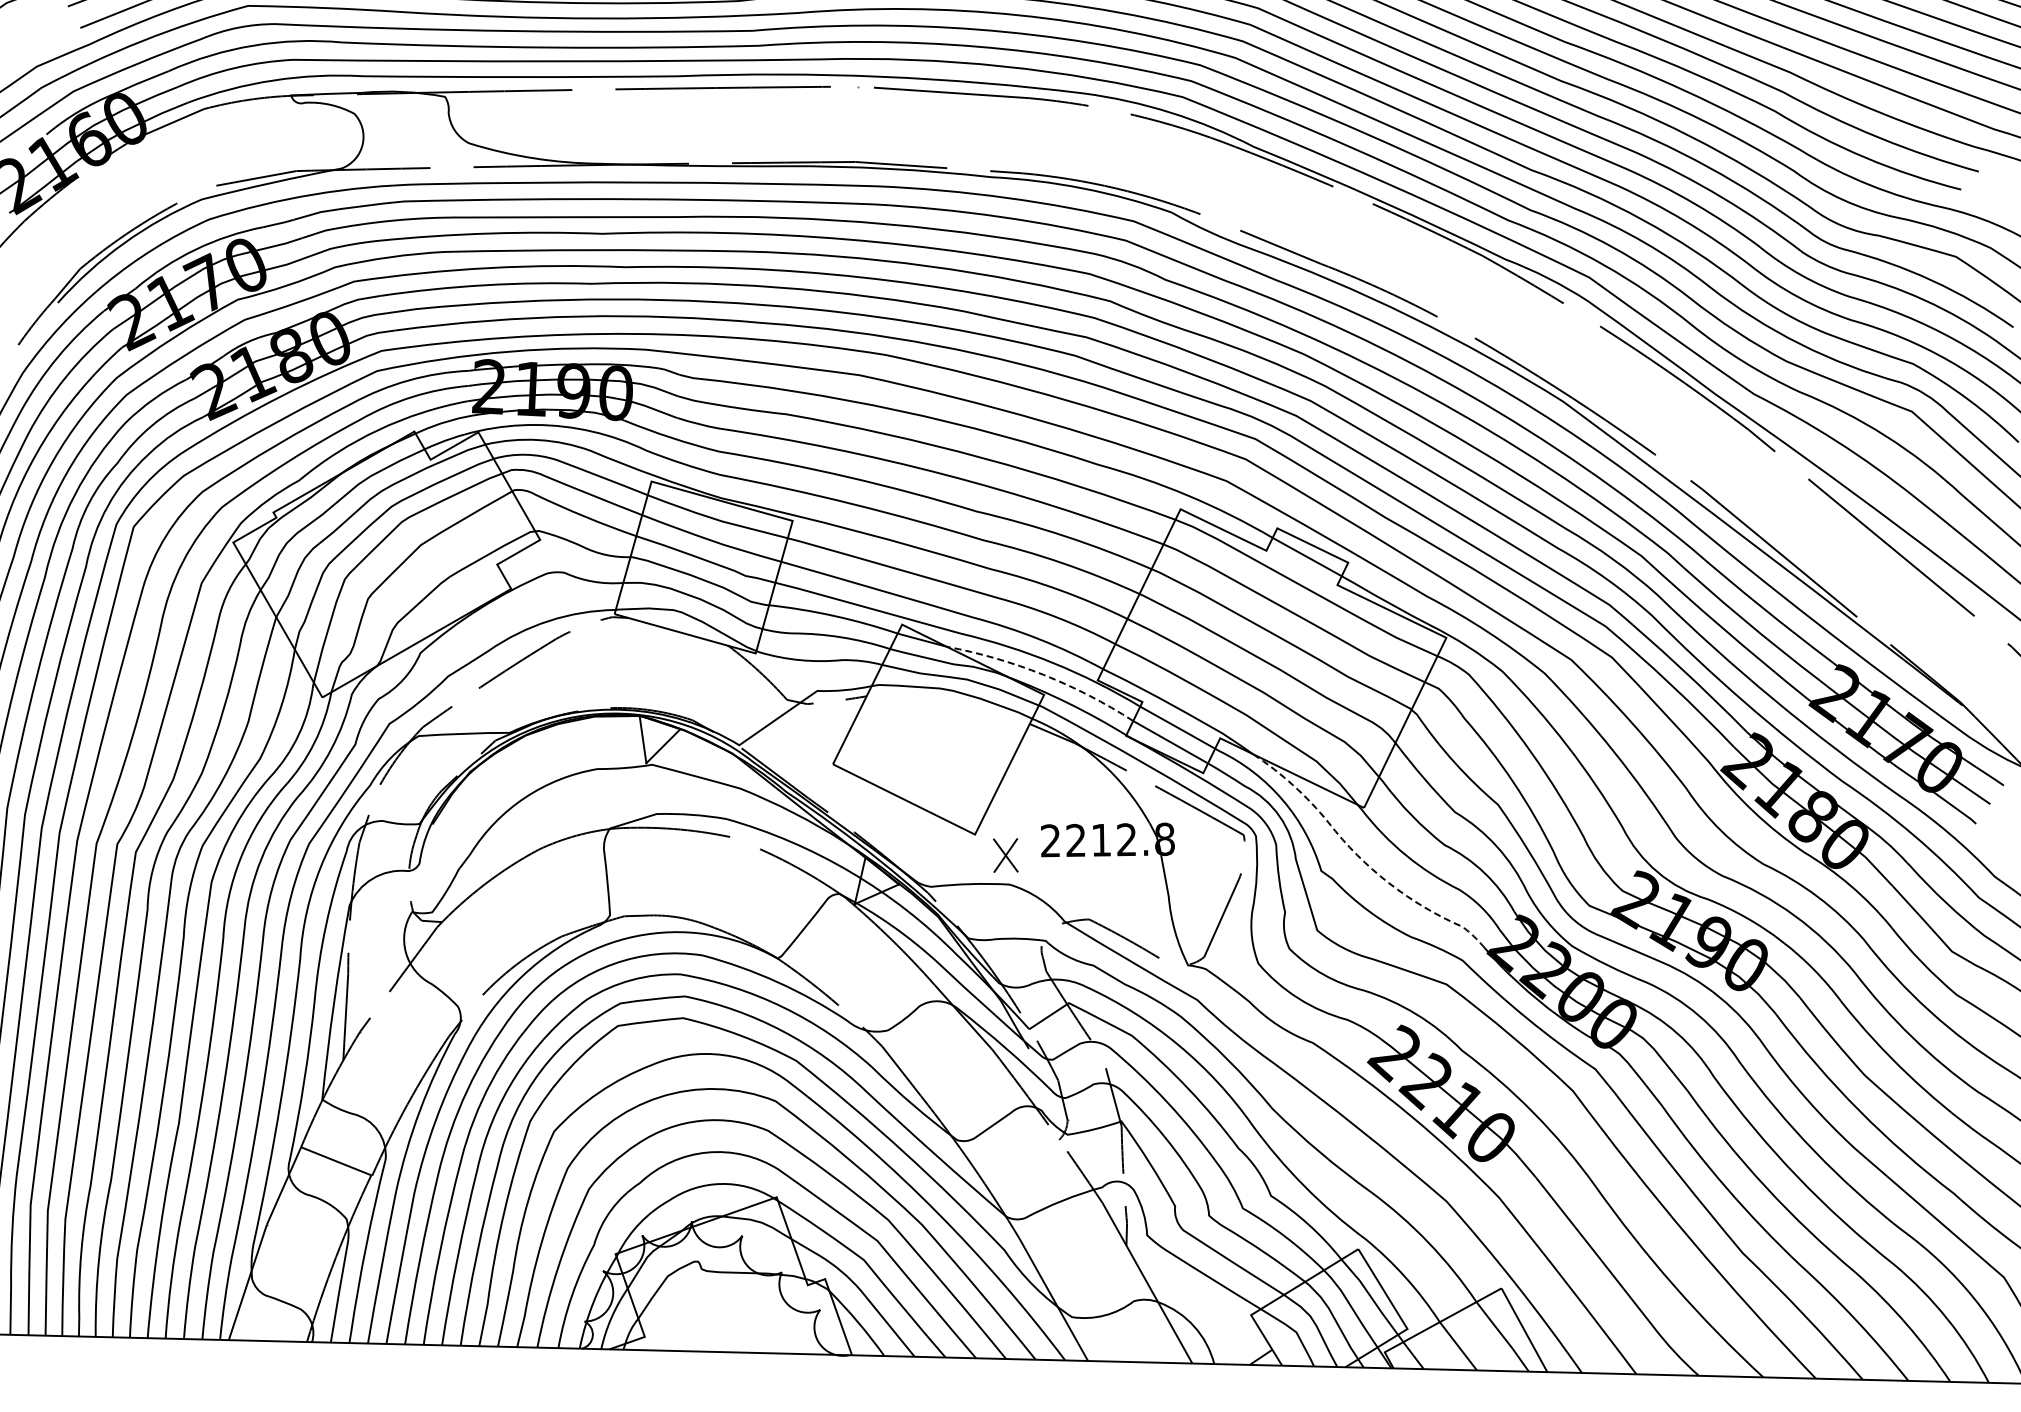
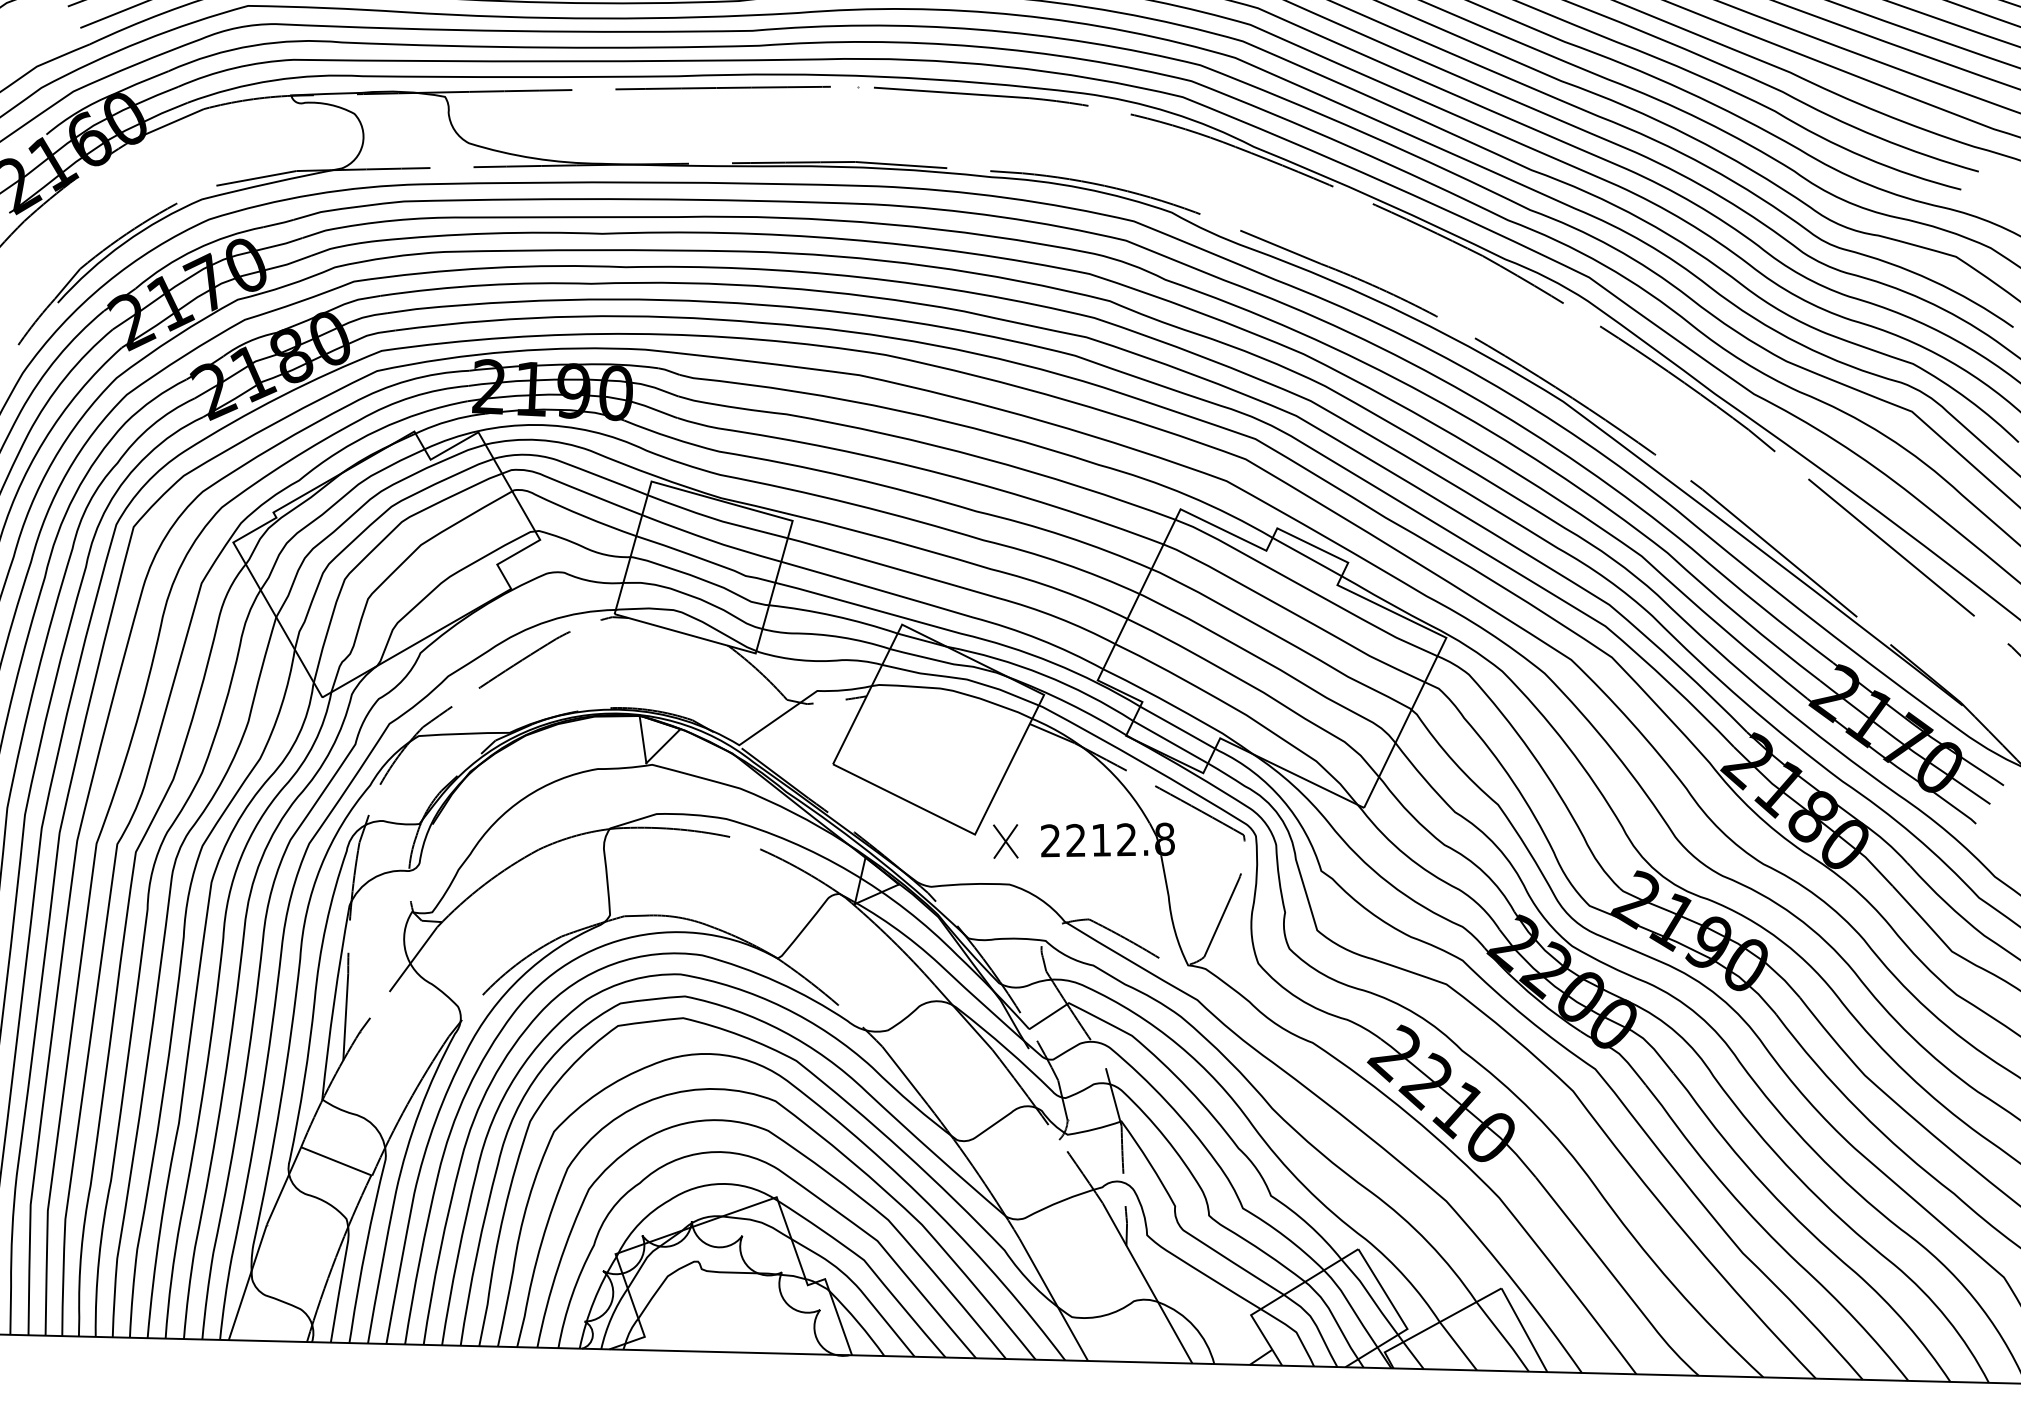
line at (1043, 674): dashed -> solid
part at (1005, 855) position: (1005, 855) -> (1005, 841)
line at (1362, 859): dashed -> solid
